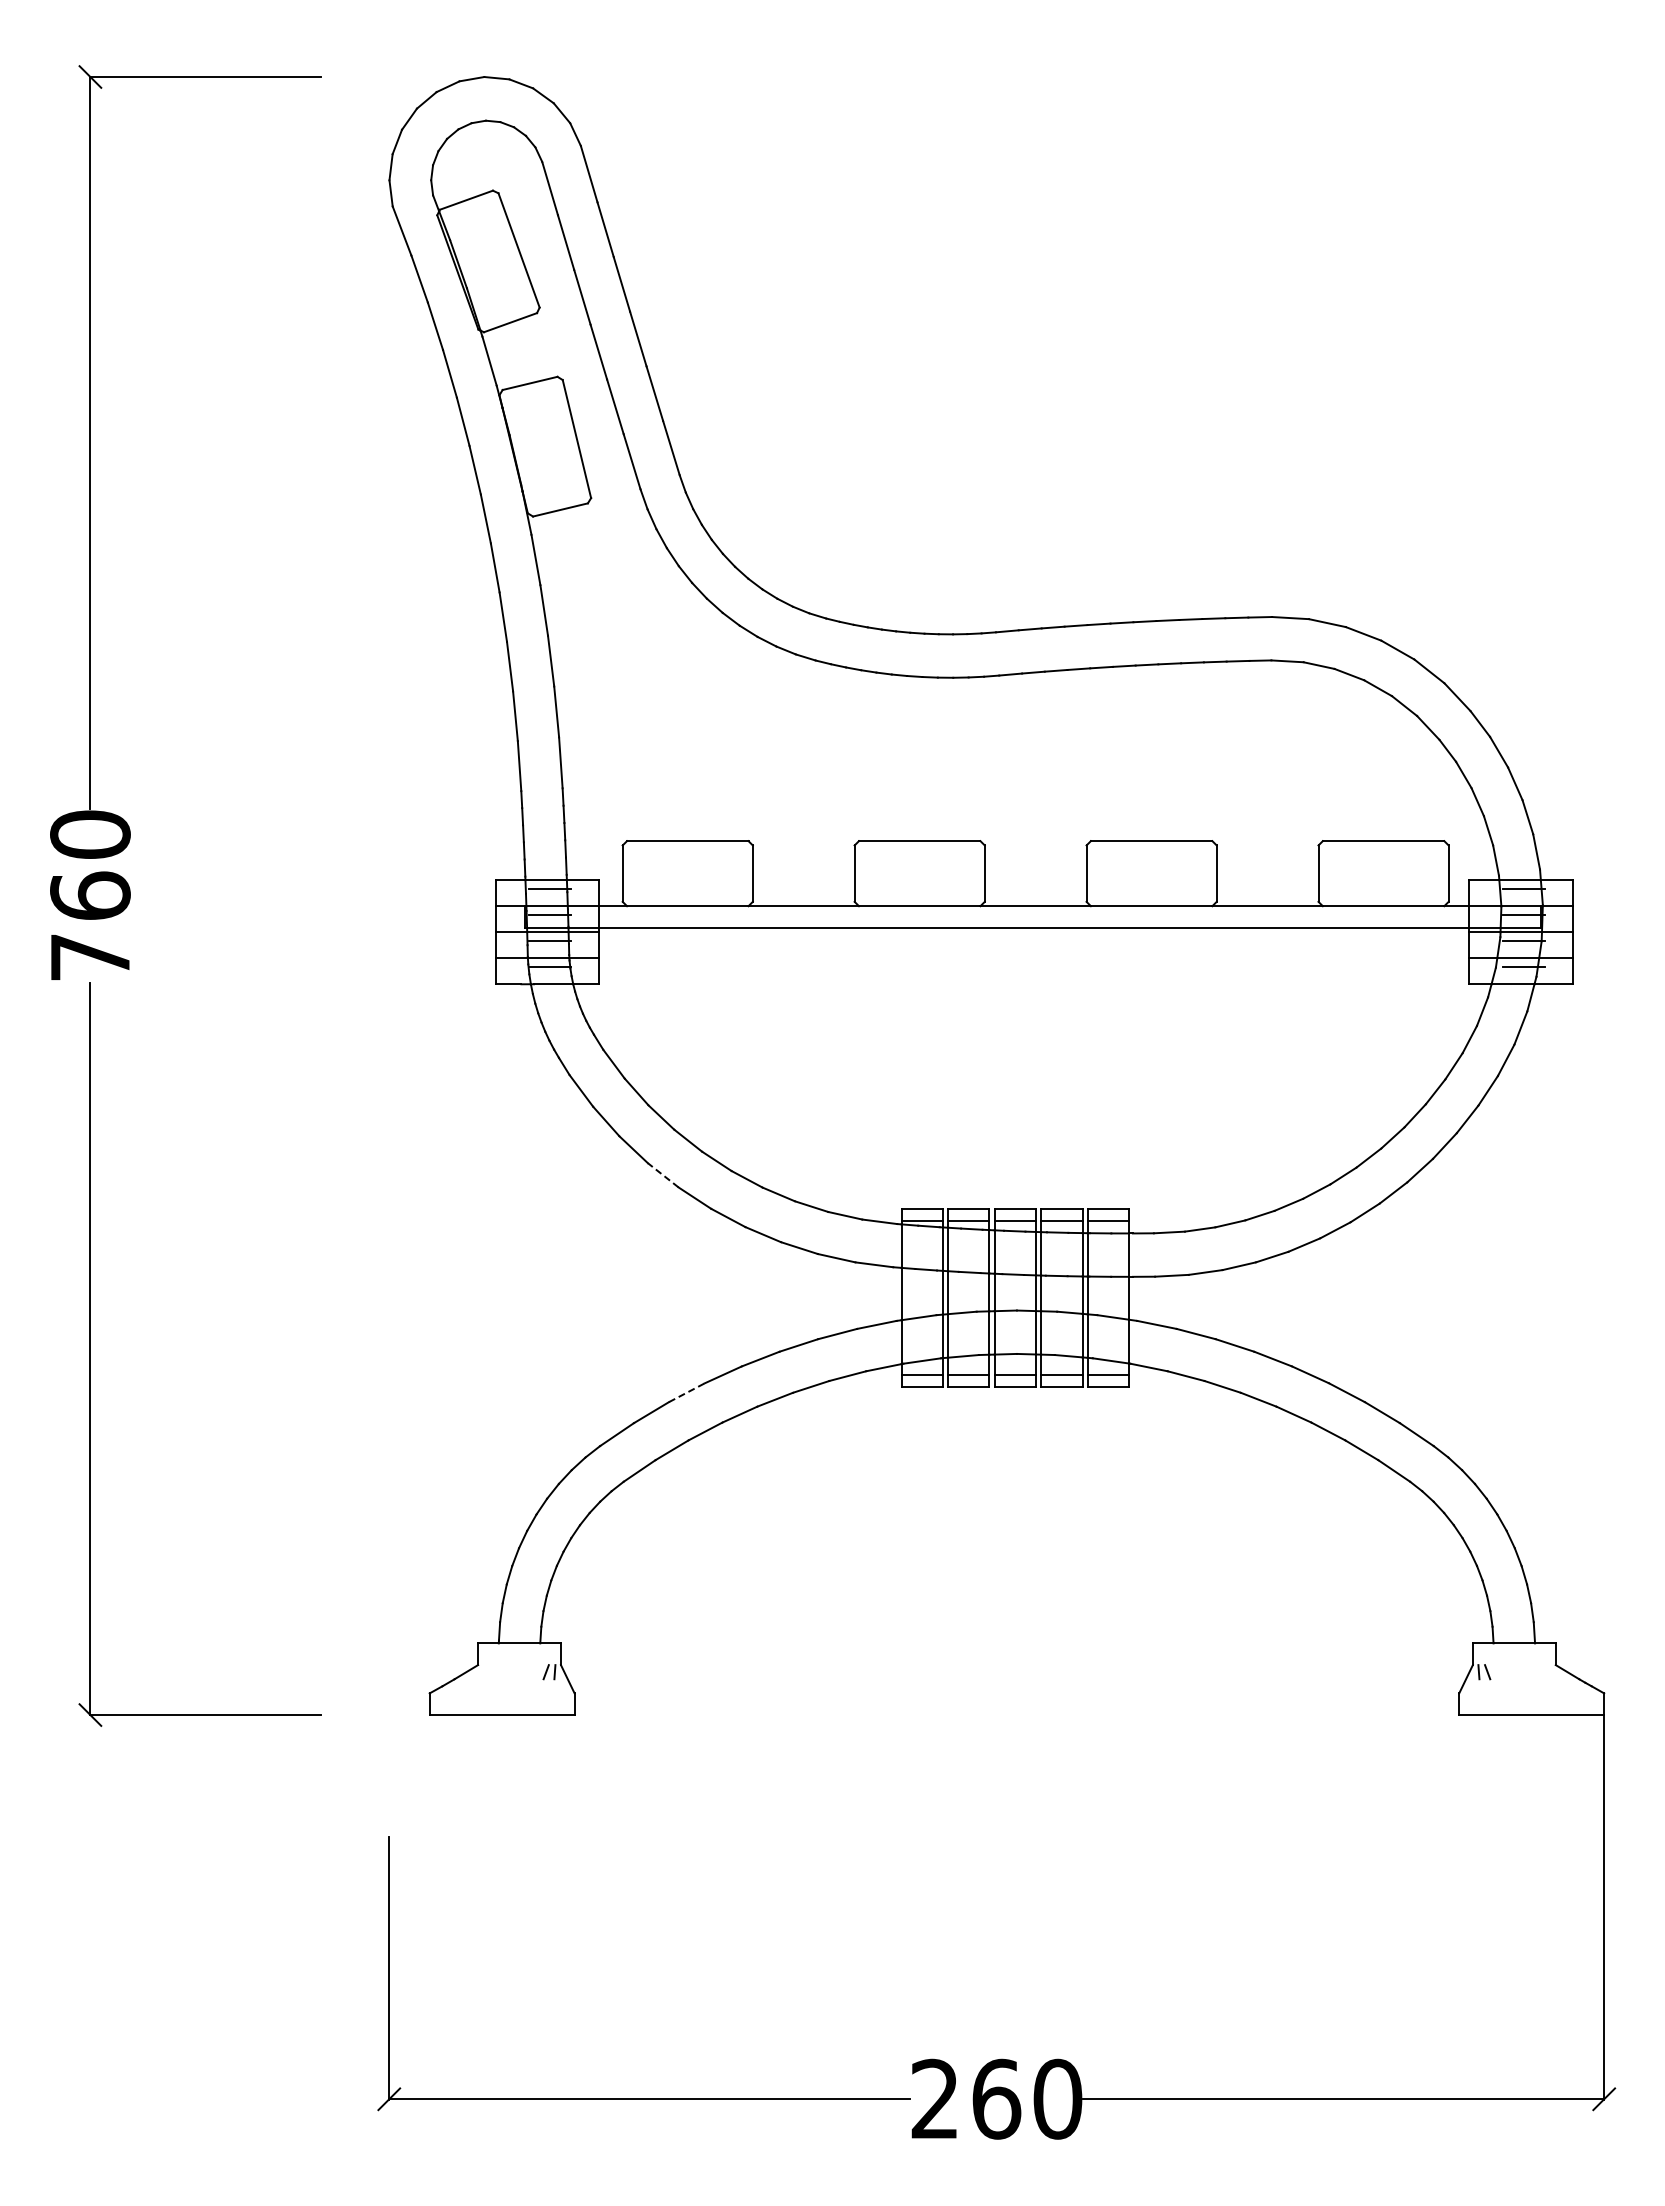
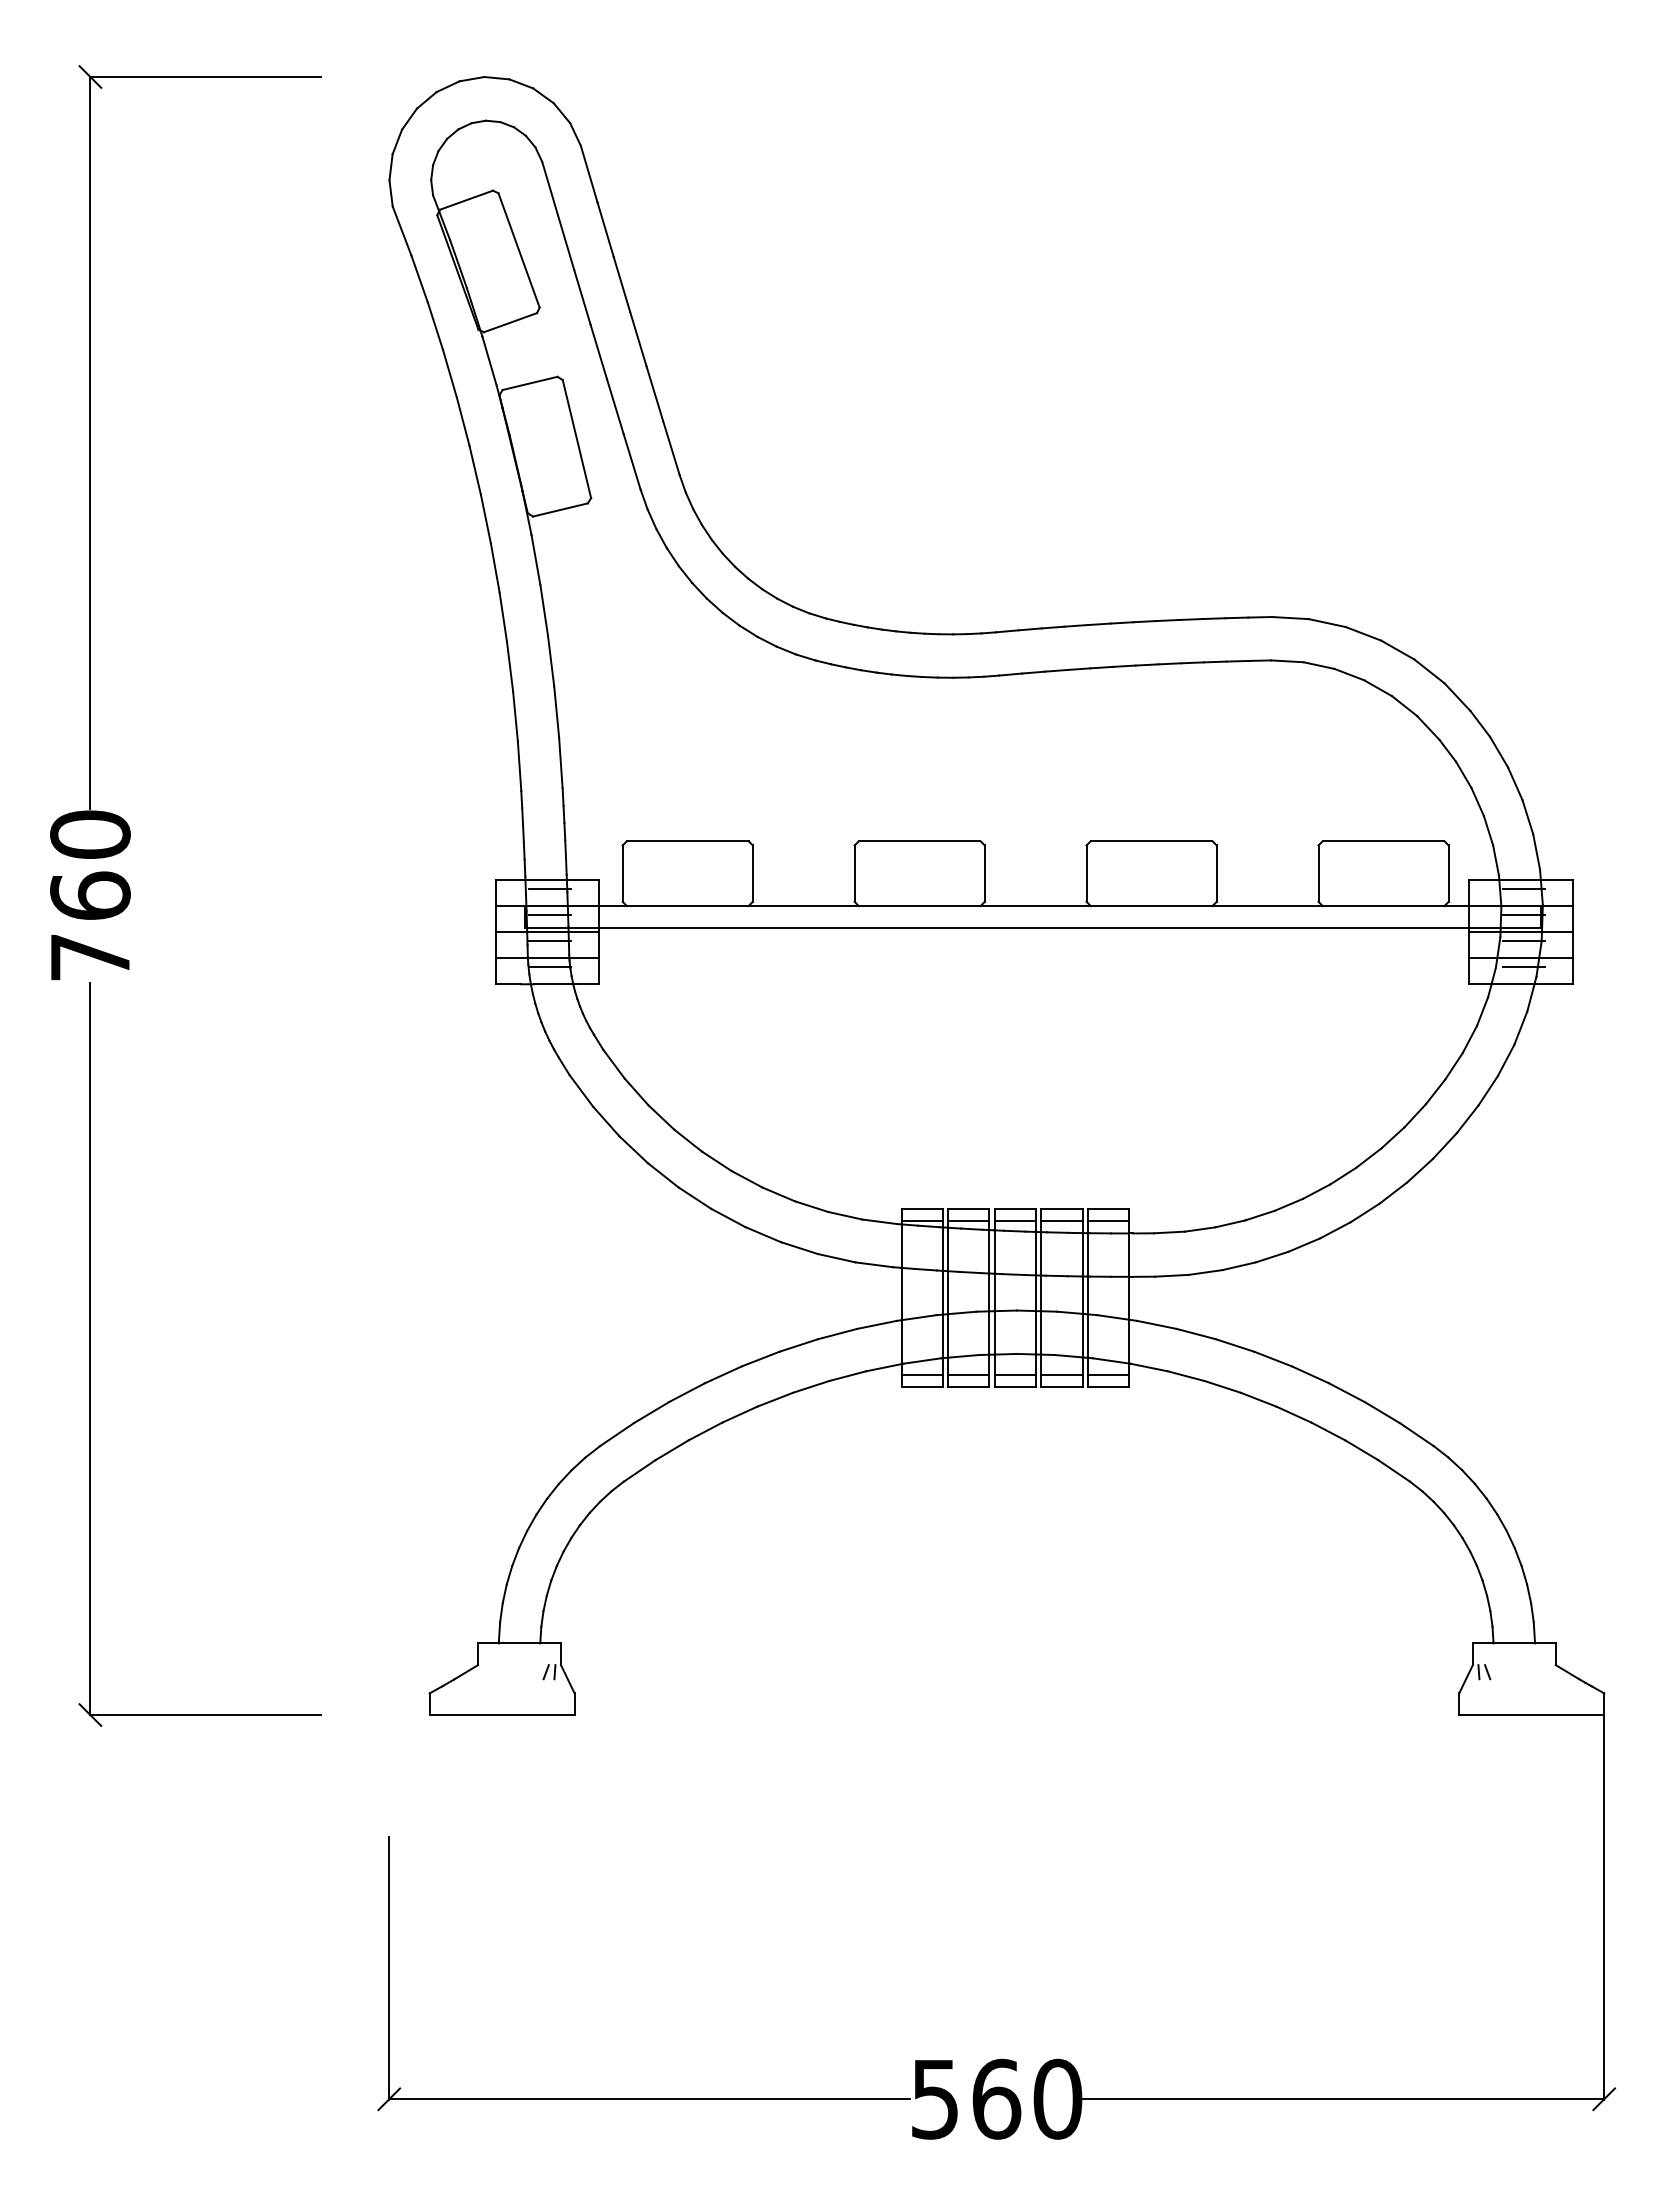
line at (663, 1175): dashed -> solid
line at (687, 1392): dashed -> solid
text at (934, 2098): 260 -> 560
